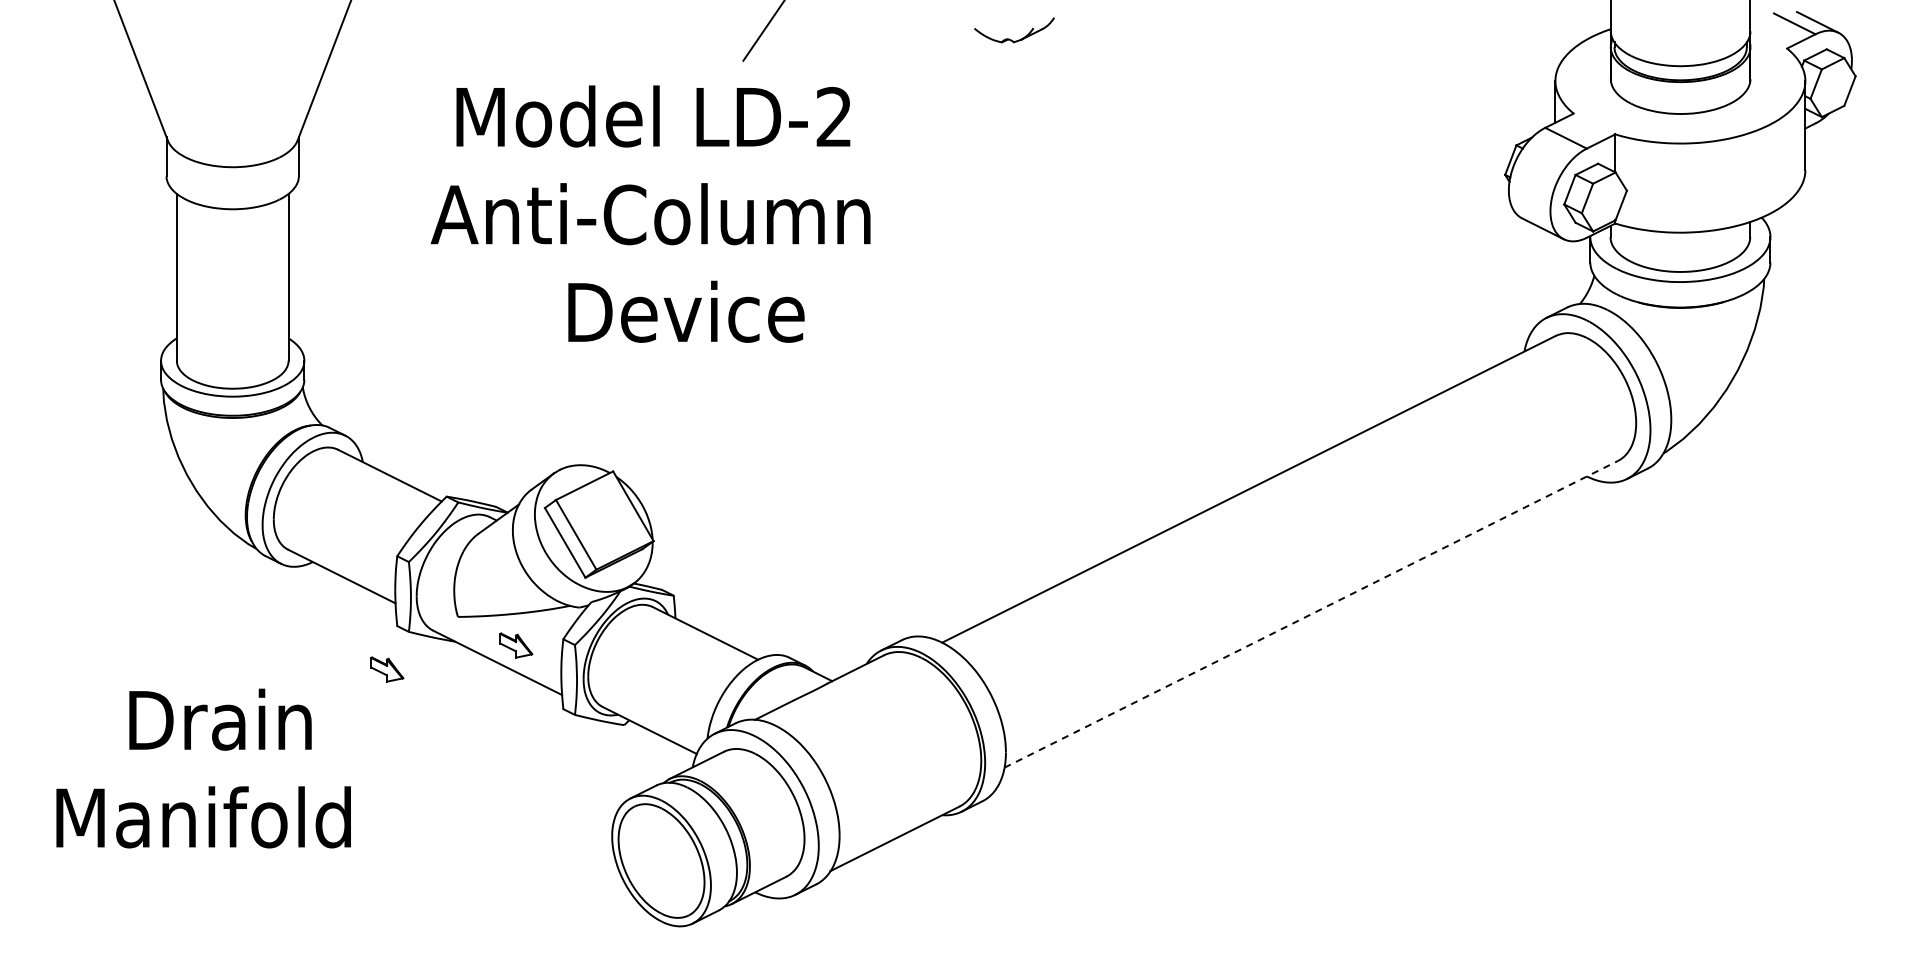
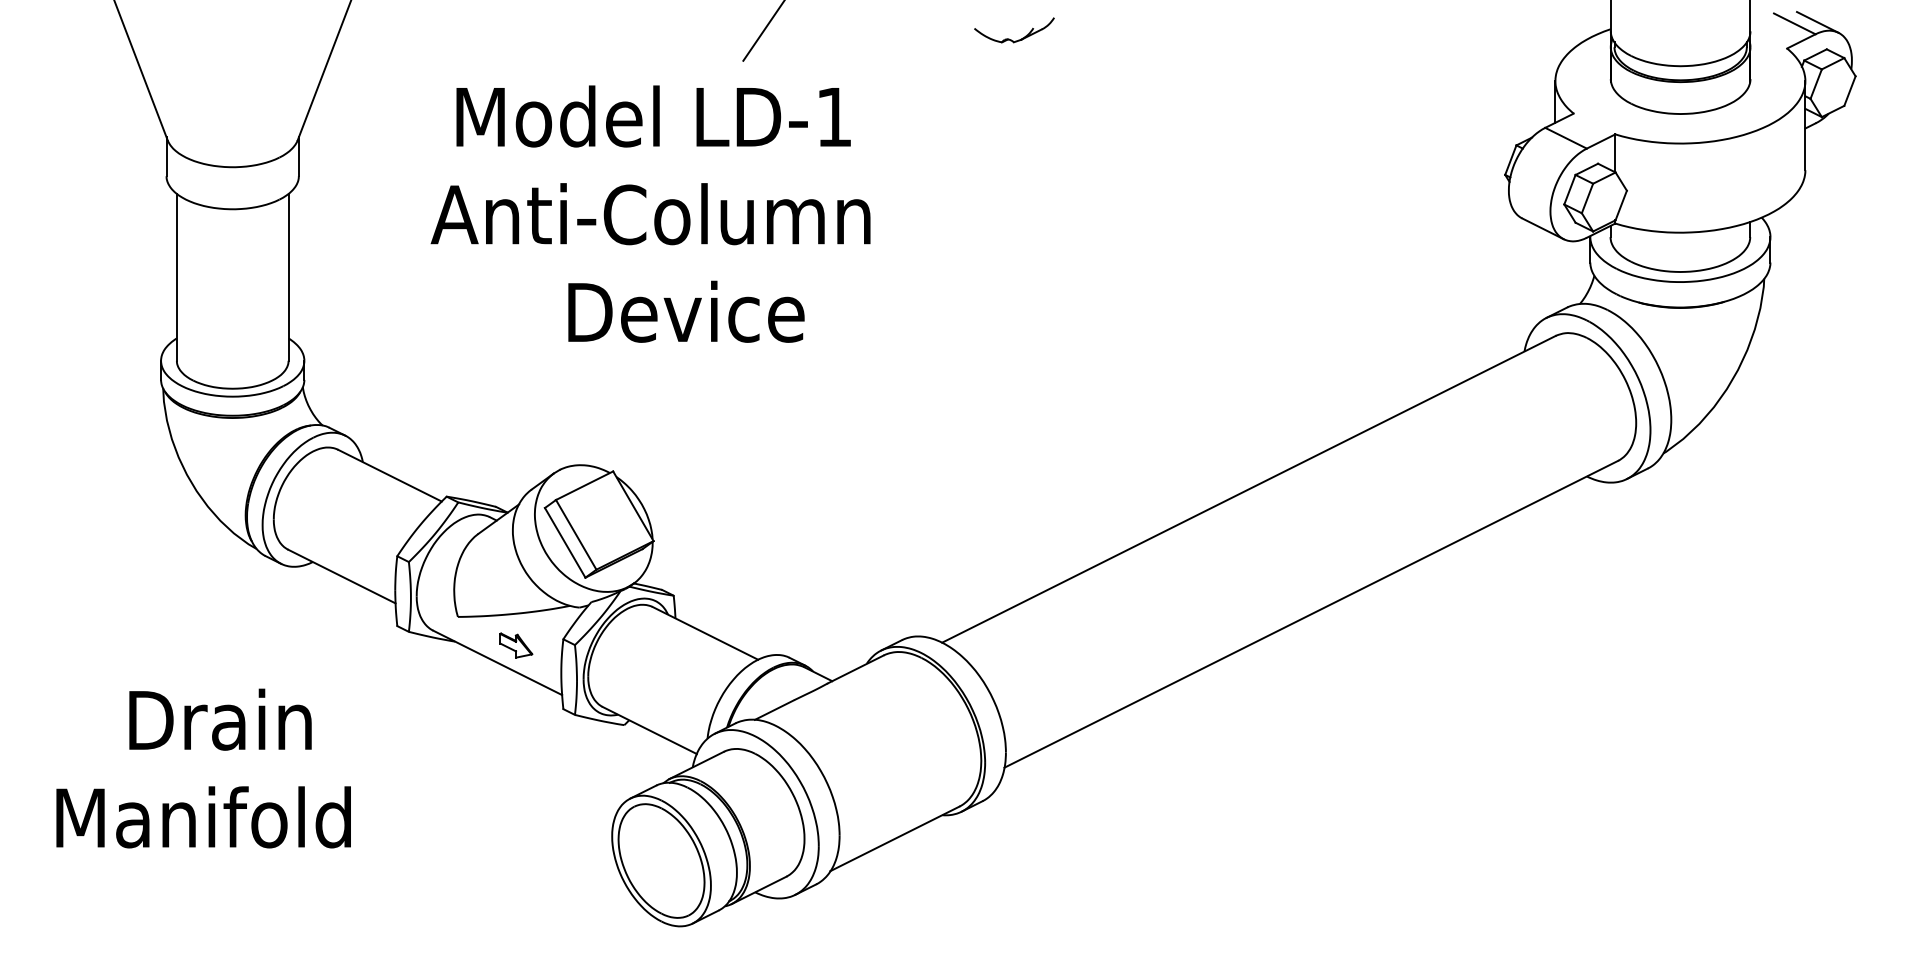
text at (833, 116): LD-2 -> LD-1
line at (1311, 614): dashed -> solid
part at (387, 669): present -> none
